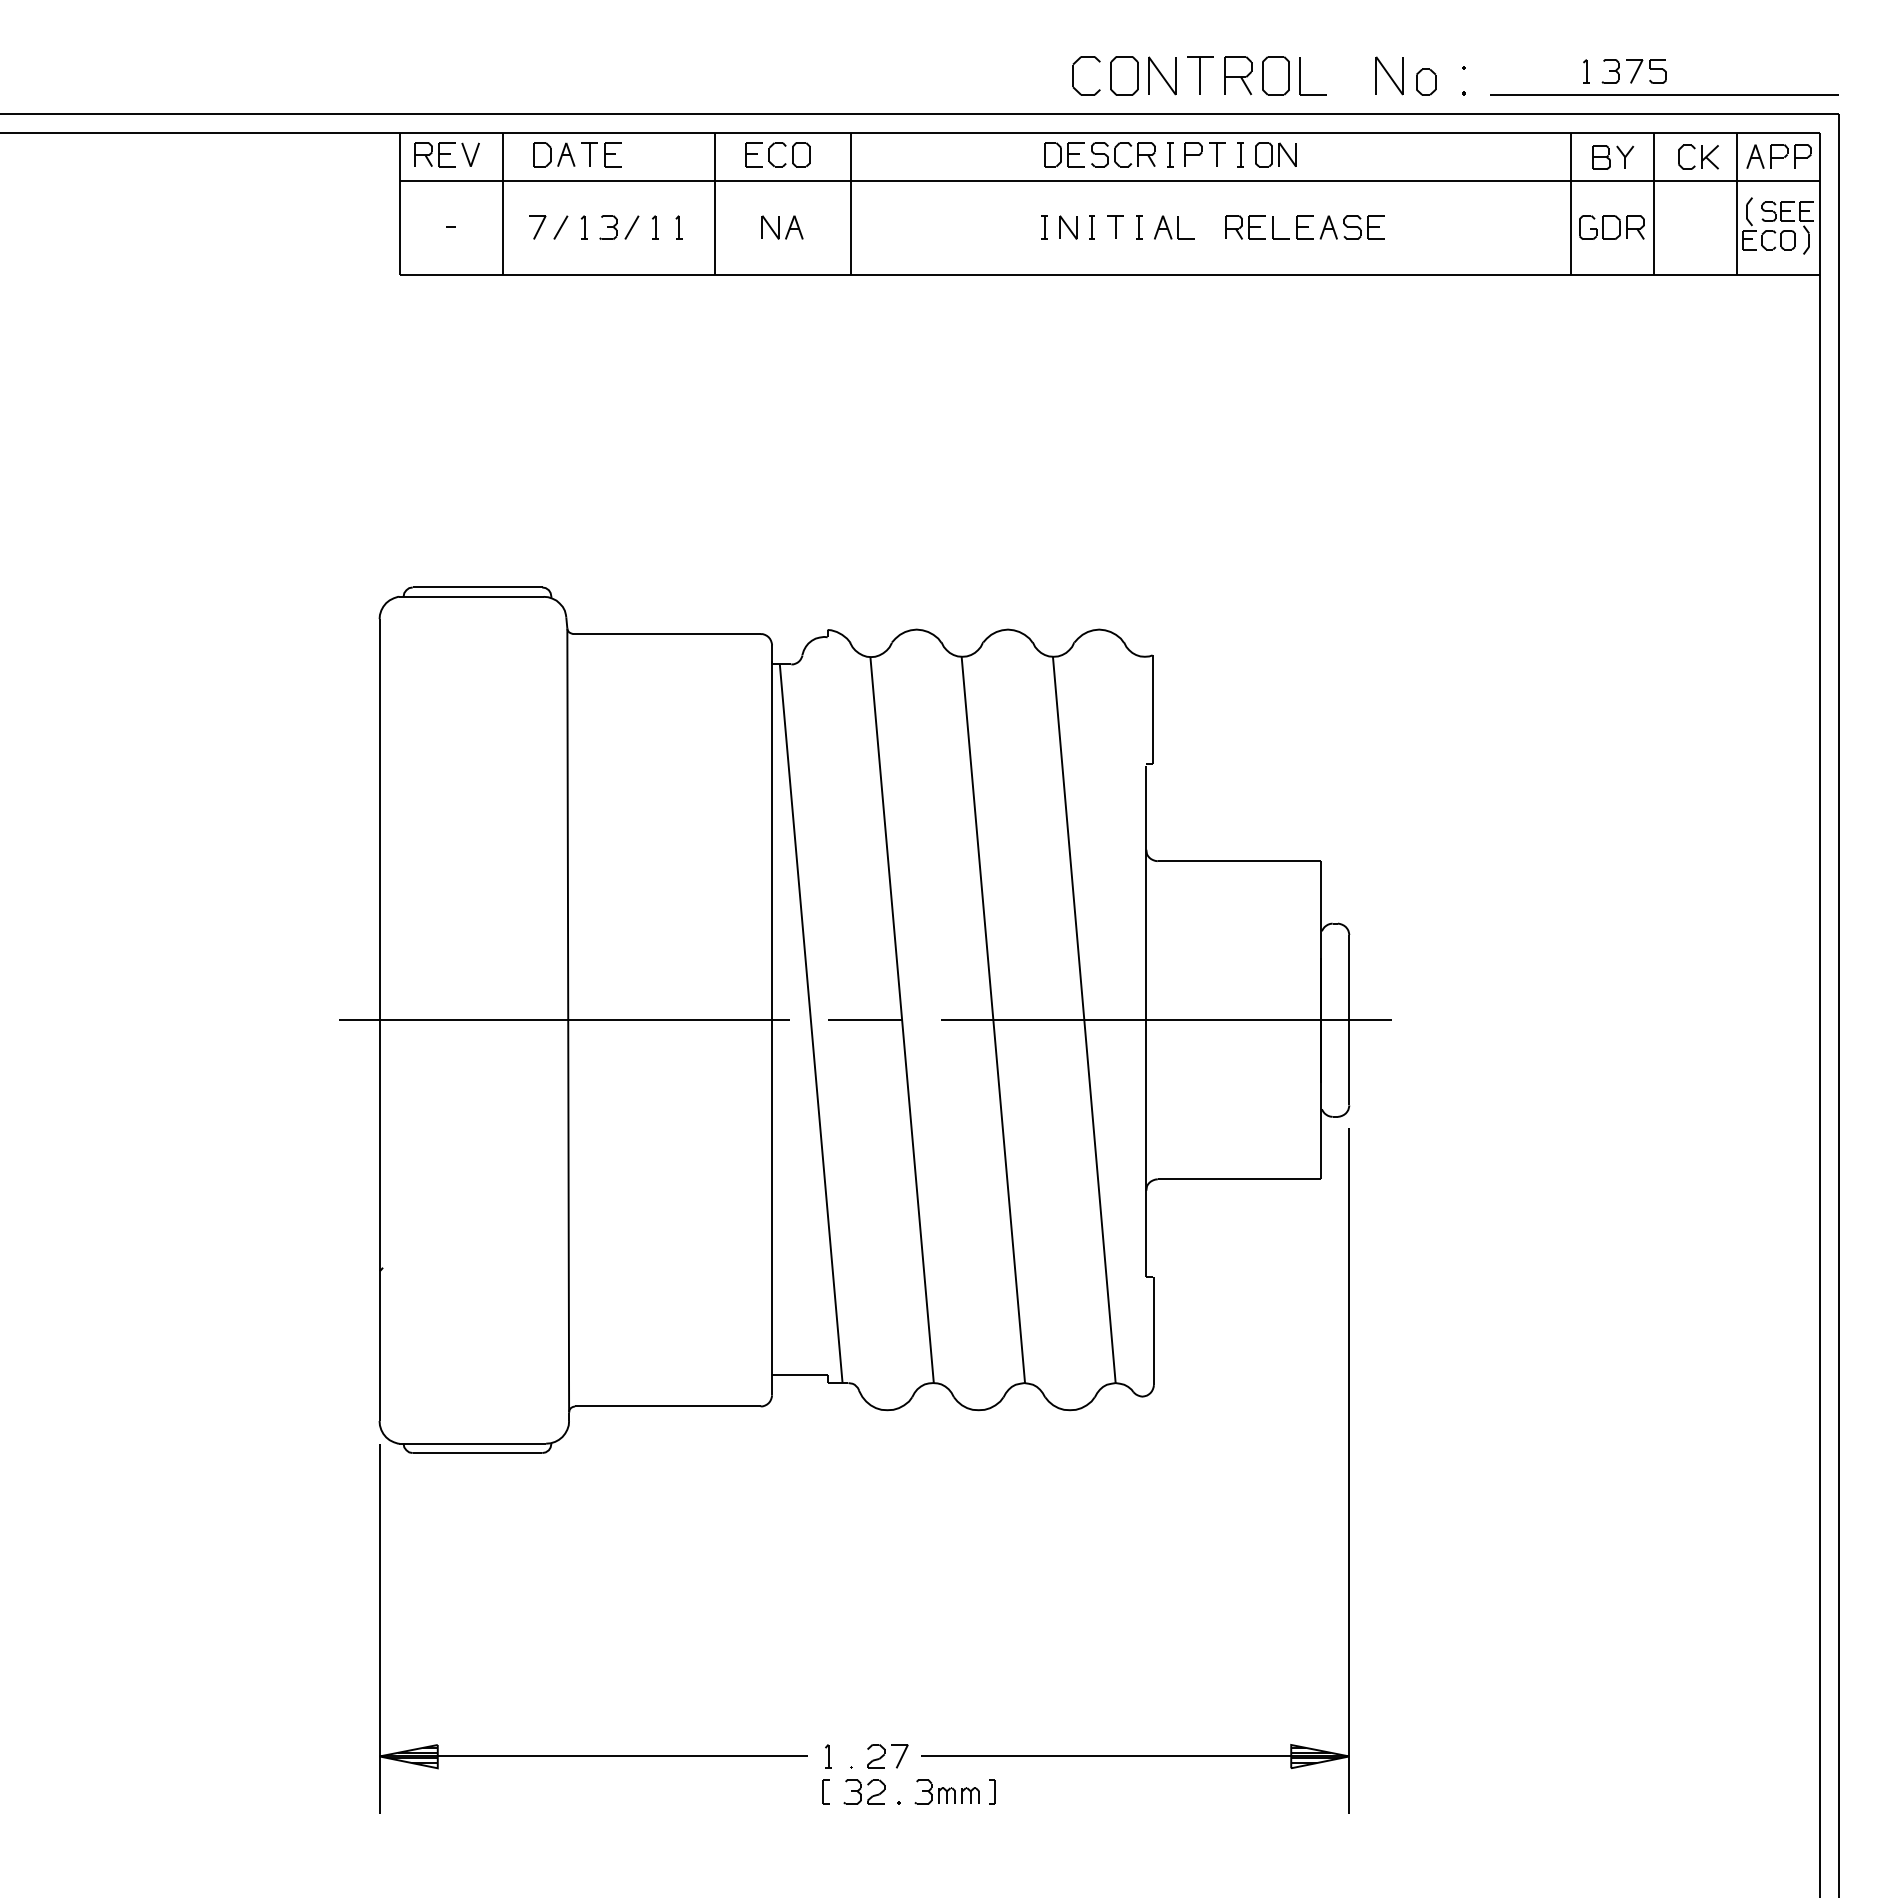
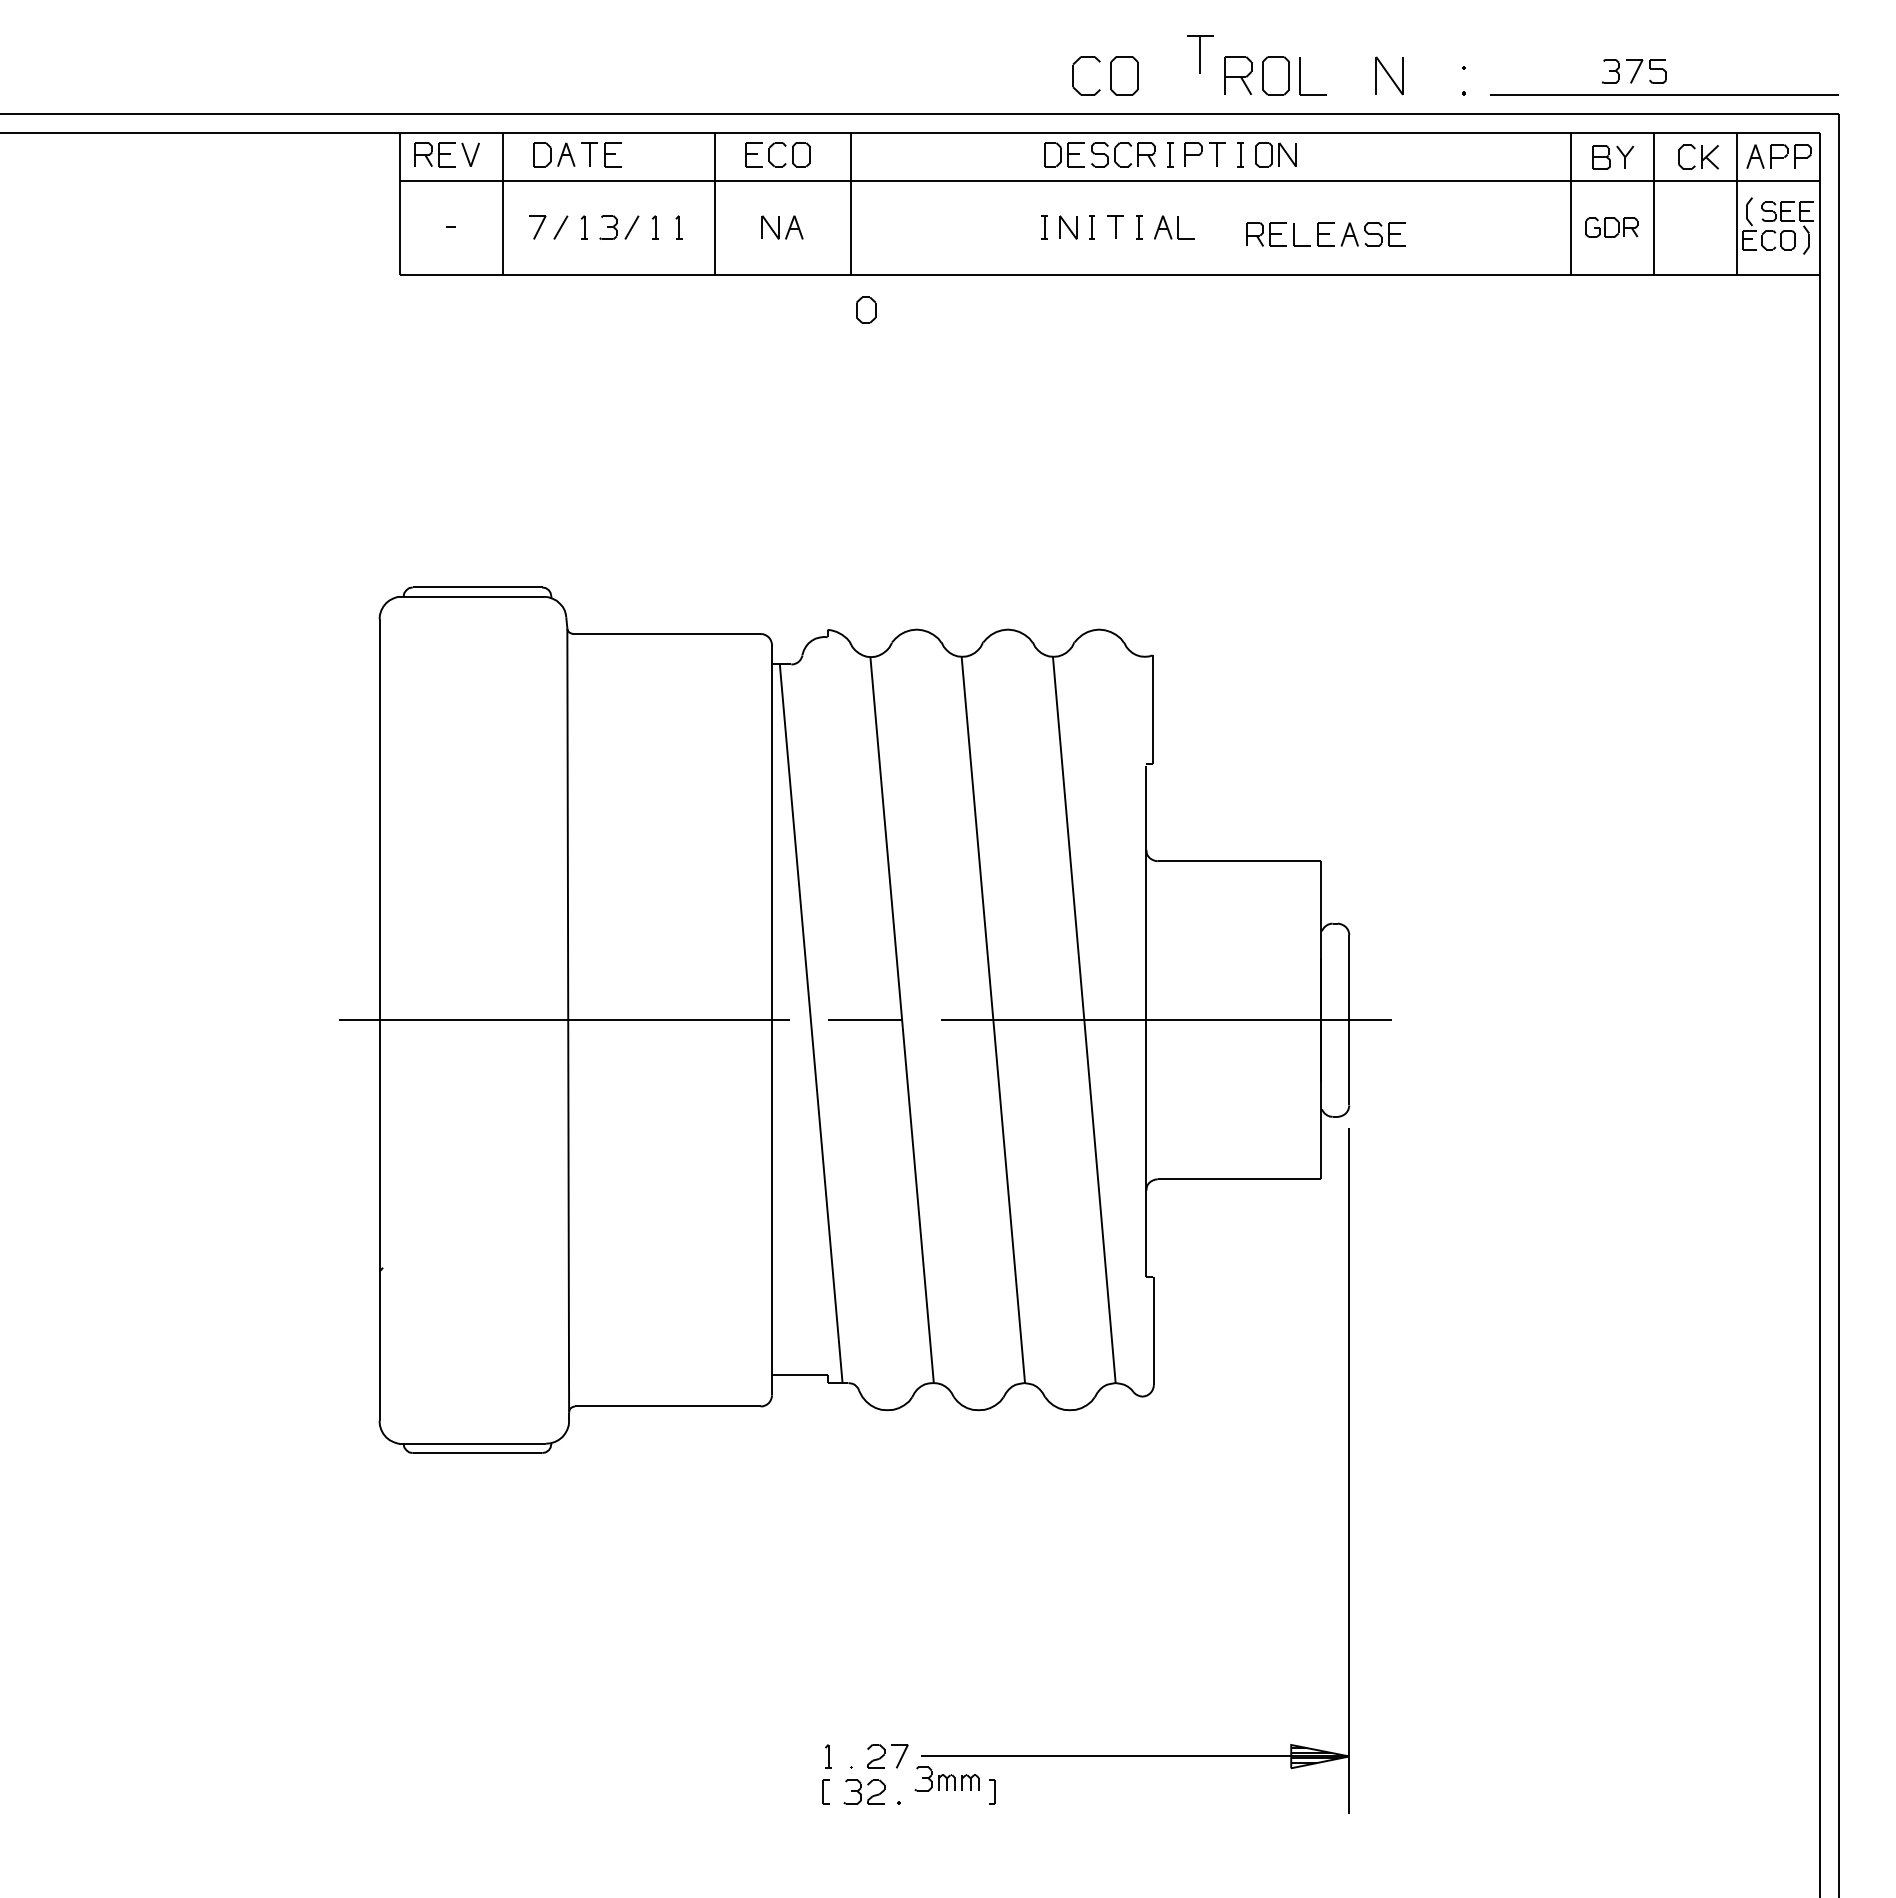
part at (1586, 71): present -> none
part at (1162, 75): present -> none
part at (1200, 75) position: (1200, 75) -> (1200, 54)
part at (1426, 81) position: (1426, 81) -> (866, 309)
part at (1304, 227) position: (1304, 227) -> (1325, 234)
part at (1611, 227) size: 66x25 px -> 54x21 px
part at (593, 1755): present -> none
part at (946, 1791) position: (946, 1791) -> (946, 1778)
